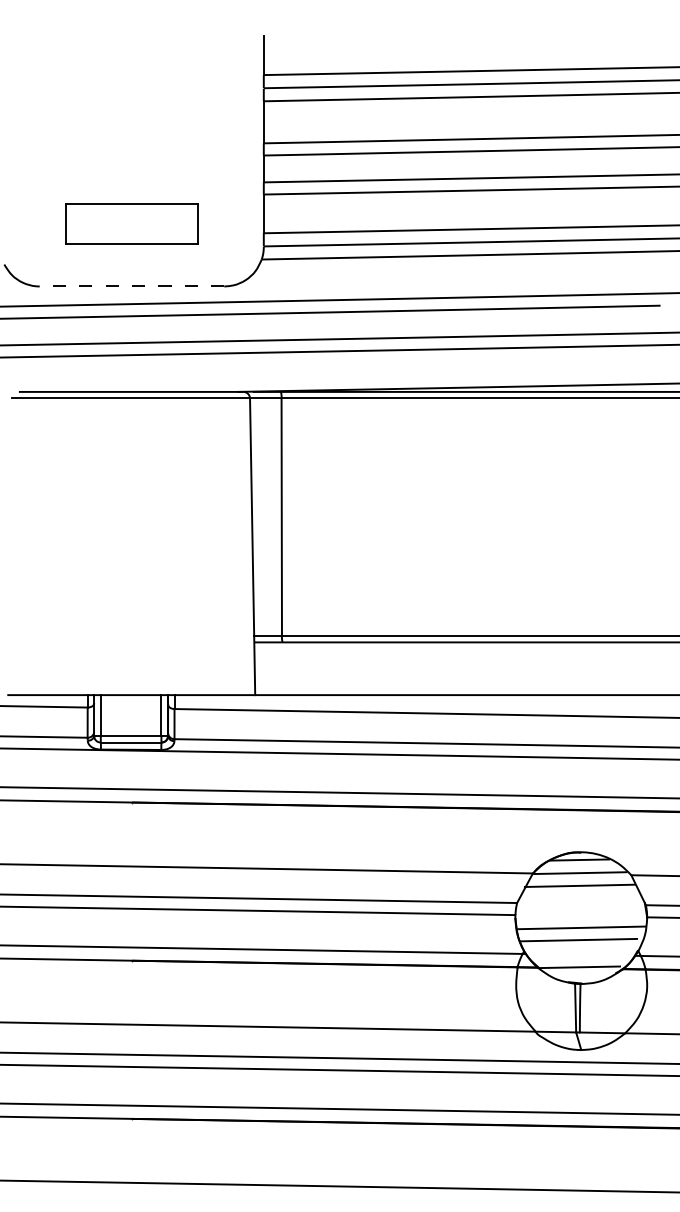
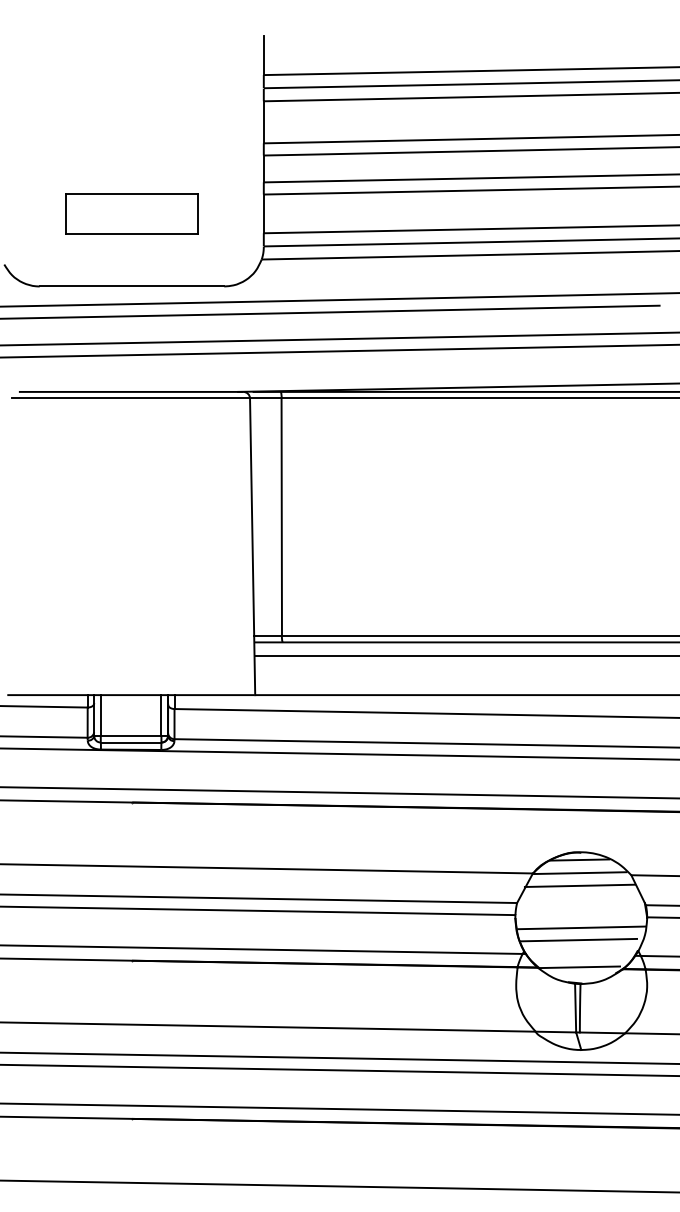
part at (131, 223) position: (131, 223) -> (131, 213)
line at (131, 286): dashed -> solid
line at (465, 655): none -> present
